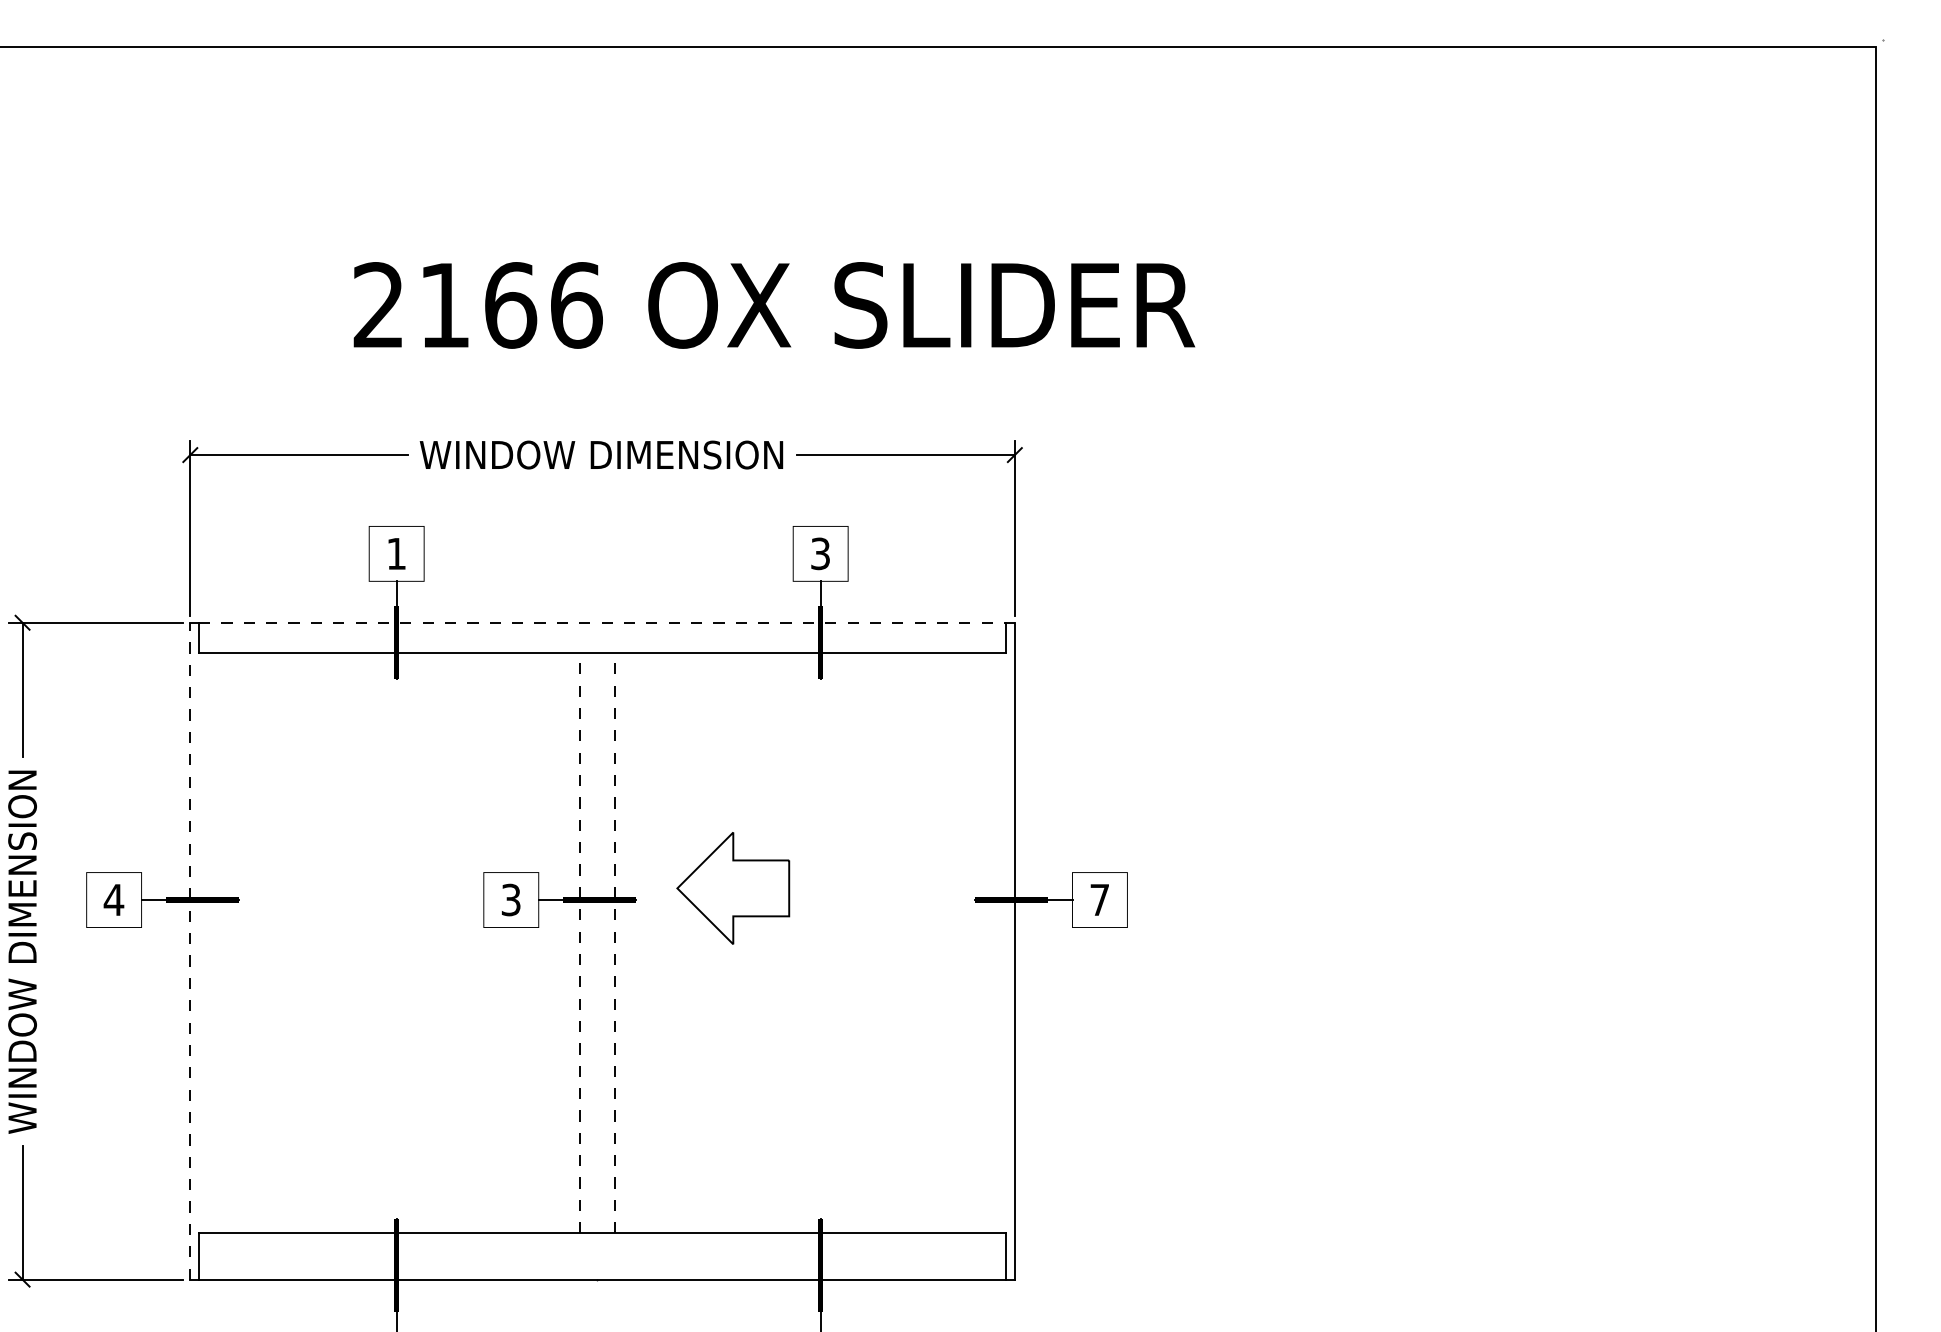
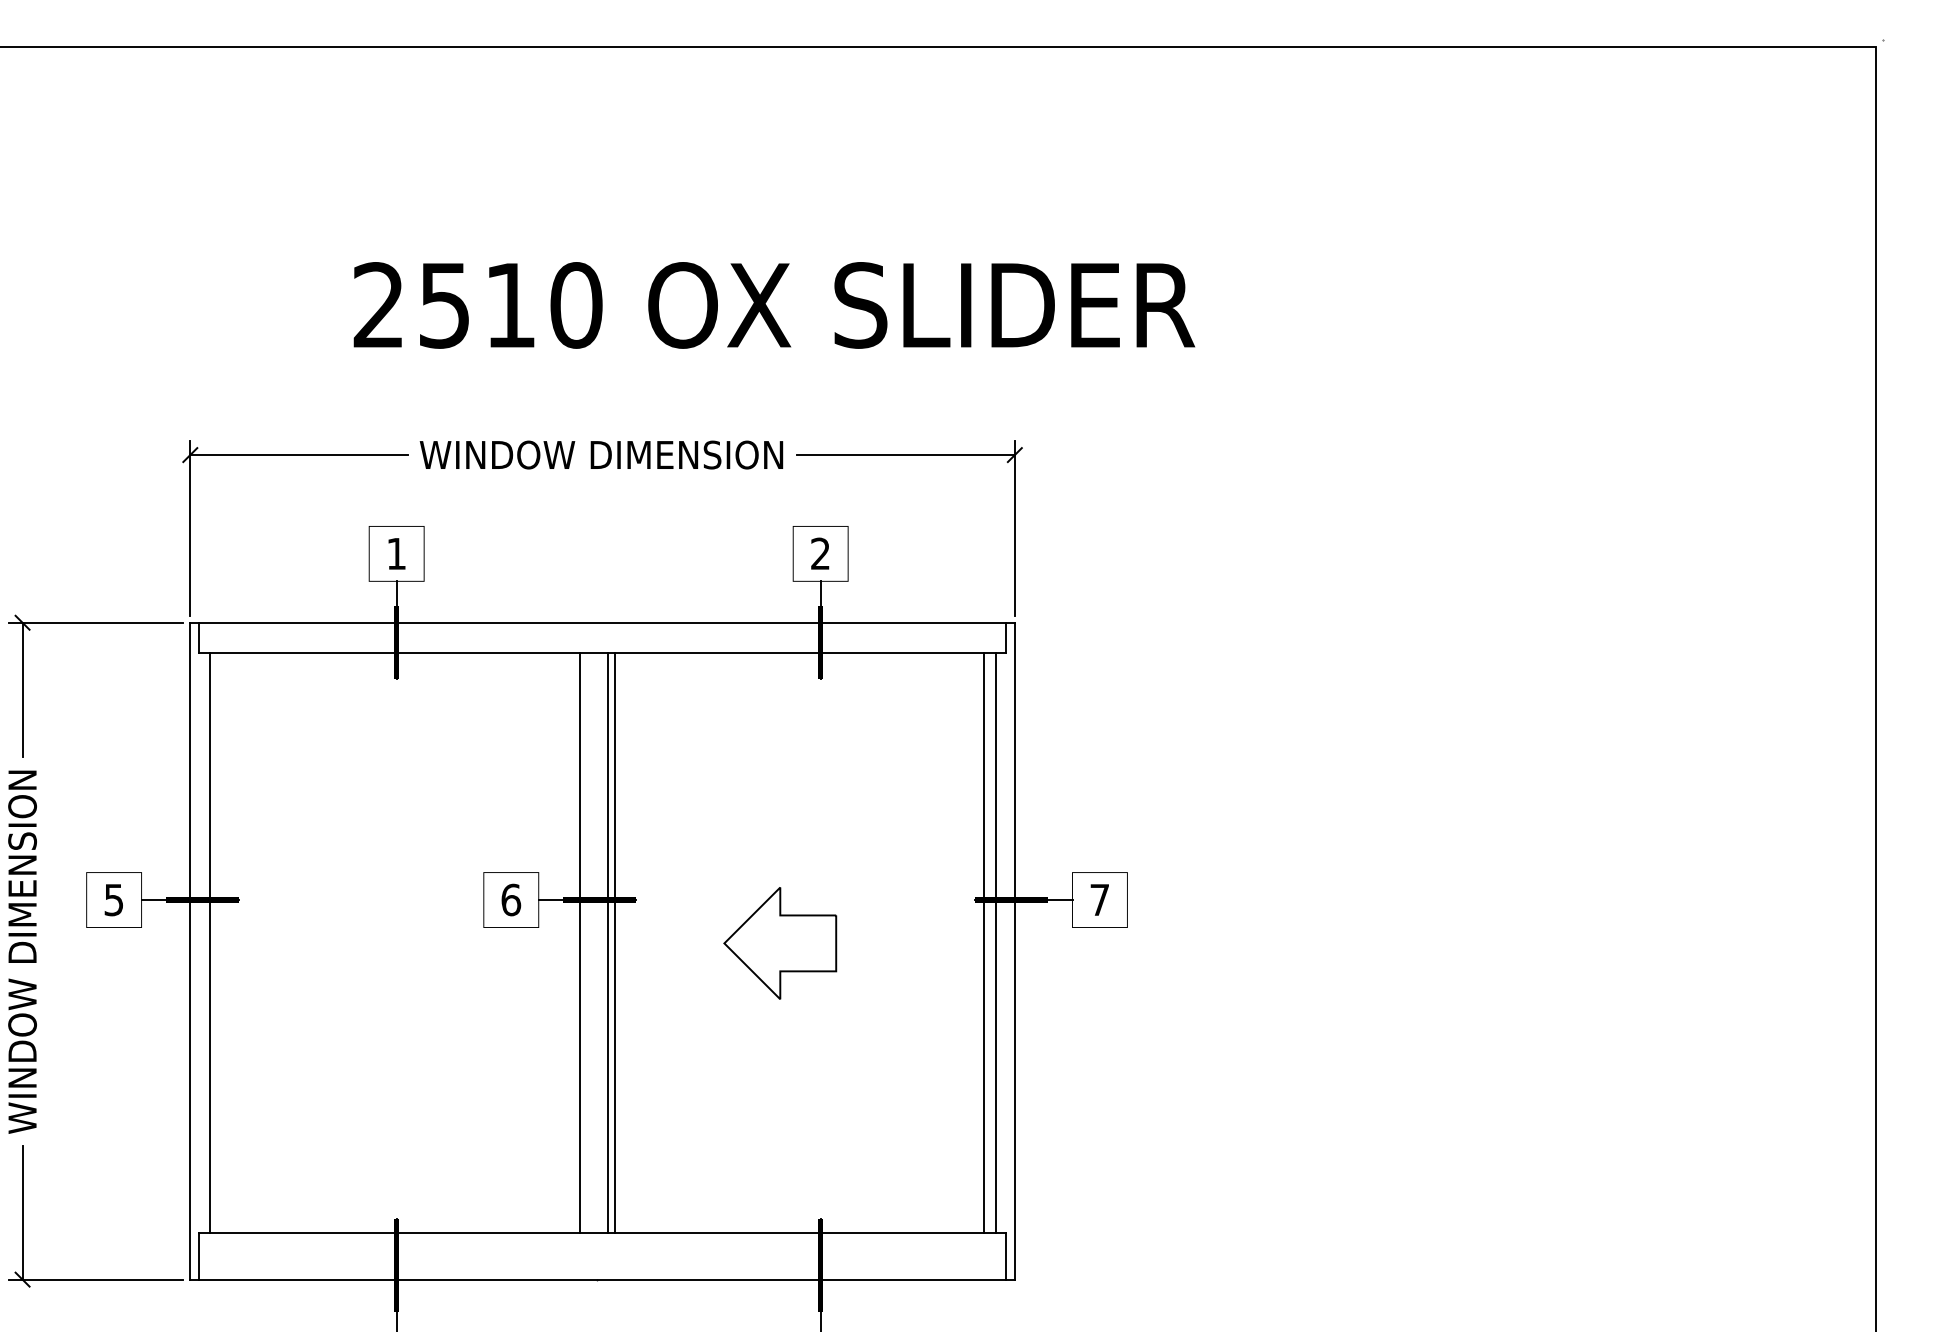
text at (511, 305): 2166 -> 2510
text at (820, 554): 3 -> 2
line at (606, 622): dashed -> solid
part at (733, 888) position: (733, 888) -> (780, 943)
text at (511, 899): 3 -> 6
text at (113, 900): 4 -> 5
line at (210, 943): none -> present
line at (579, 943): dashed -> solid
line at (607, 943): none -> present
line at (614, 943): dashed -> solid
line at (984, 943): none -> present
line at (995, 943): none -> present
line at (190, 950): dashed -> solid
